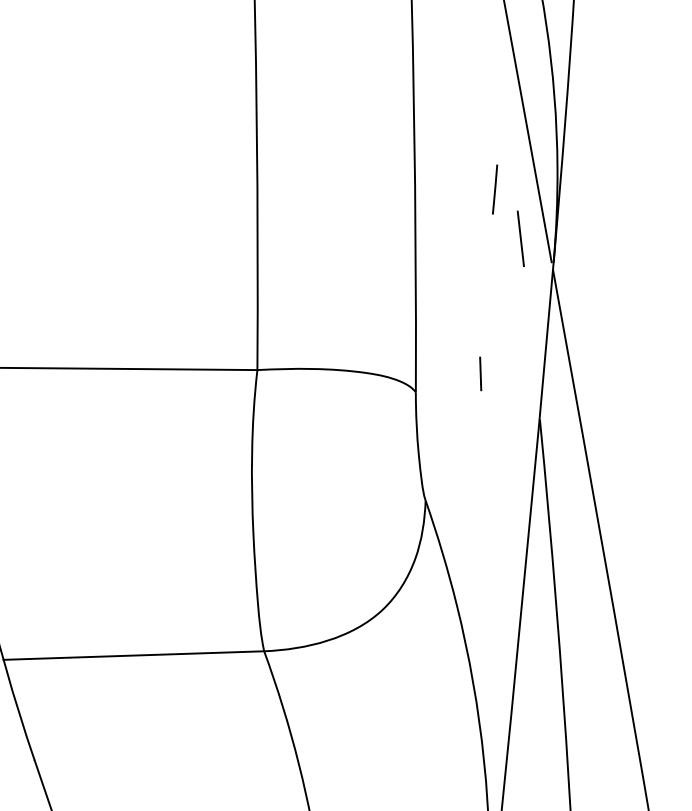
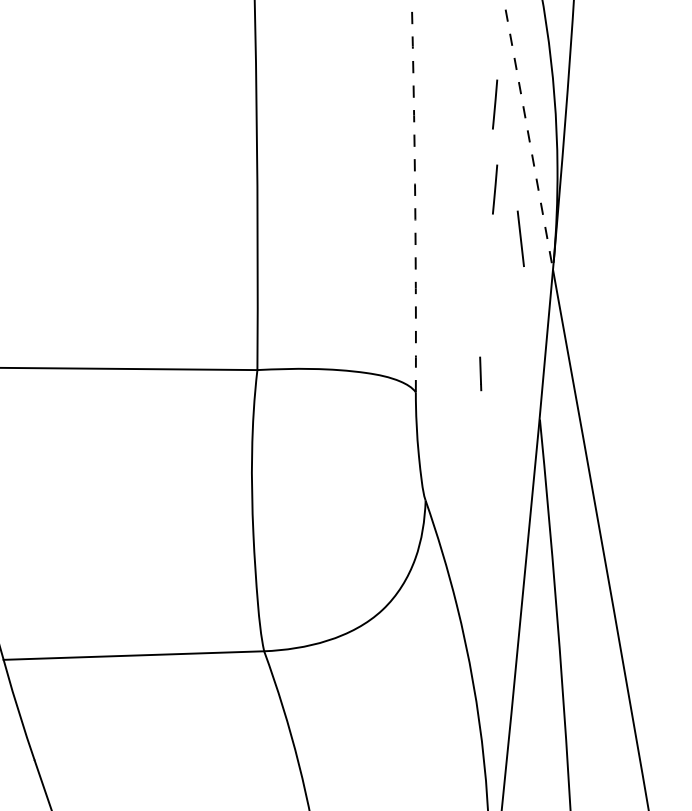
line at (495, 104): none -> present
line at (527, 131): solid -> dashed
arc at (415, 195): solid -> dashed
